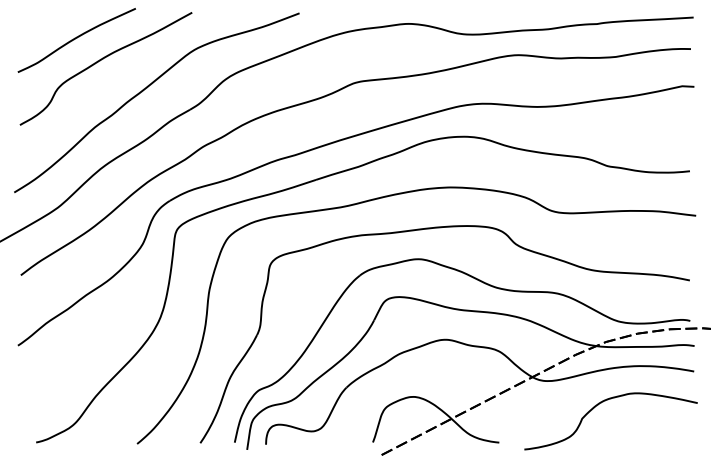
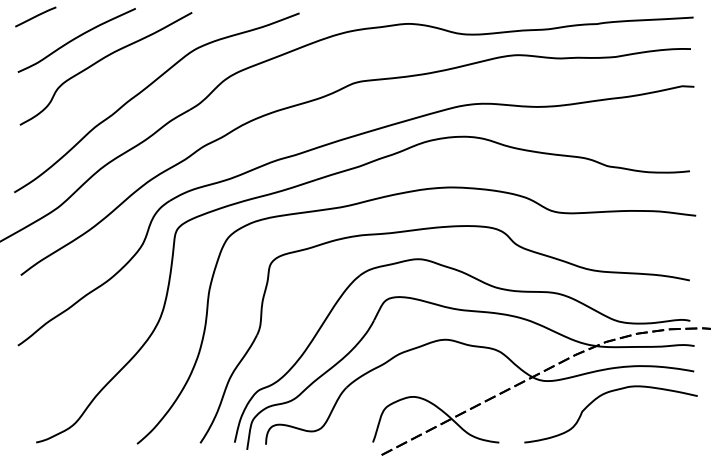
line at (35, 16): none -> present
curve at (598, 405) position: (598, 405) -> (598, 398)
